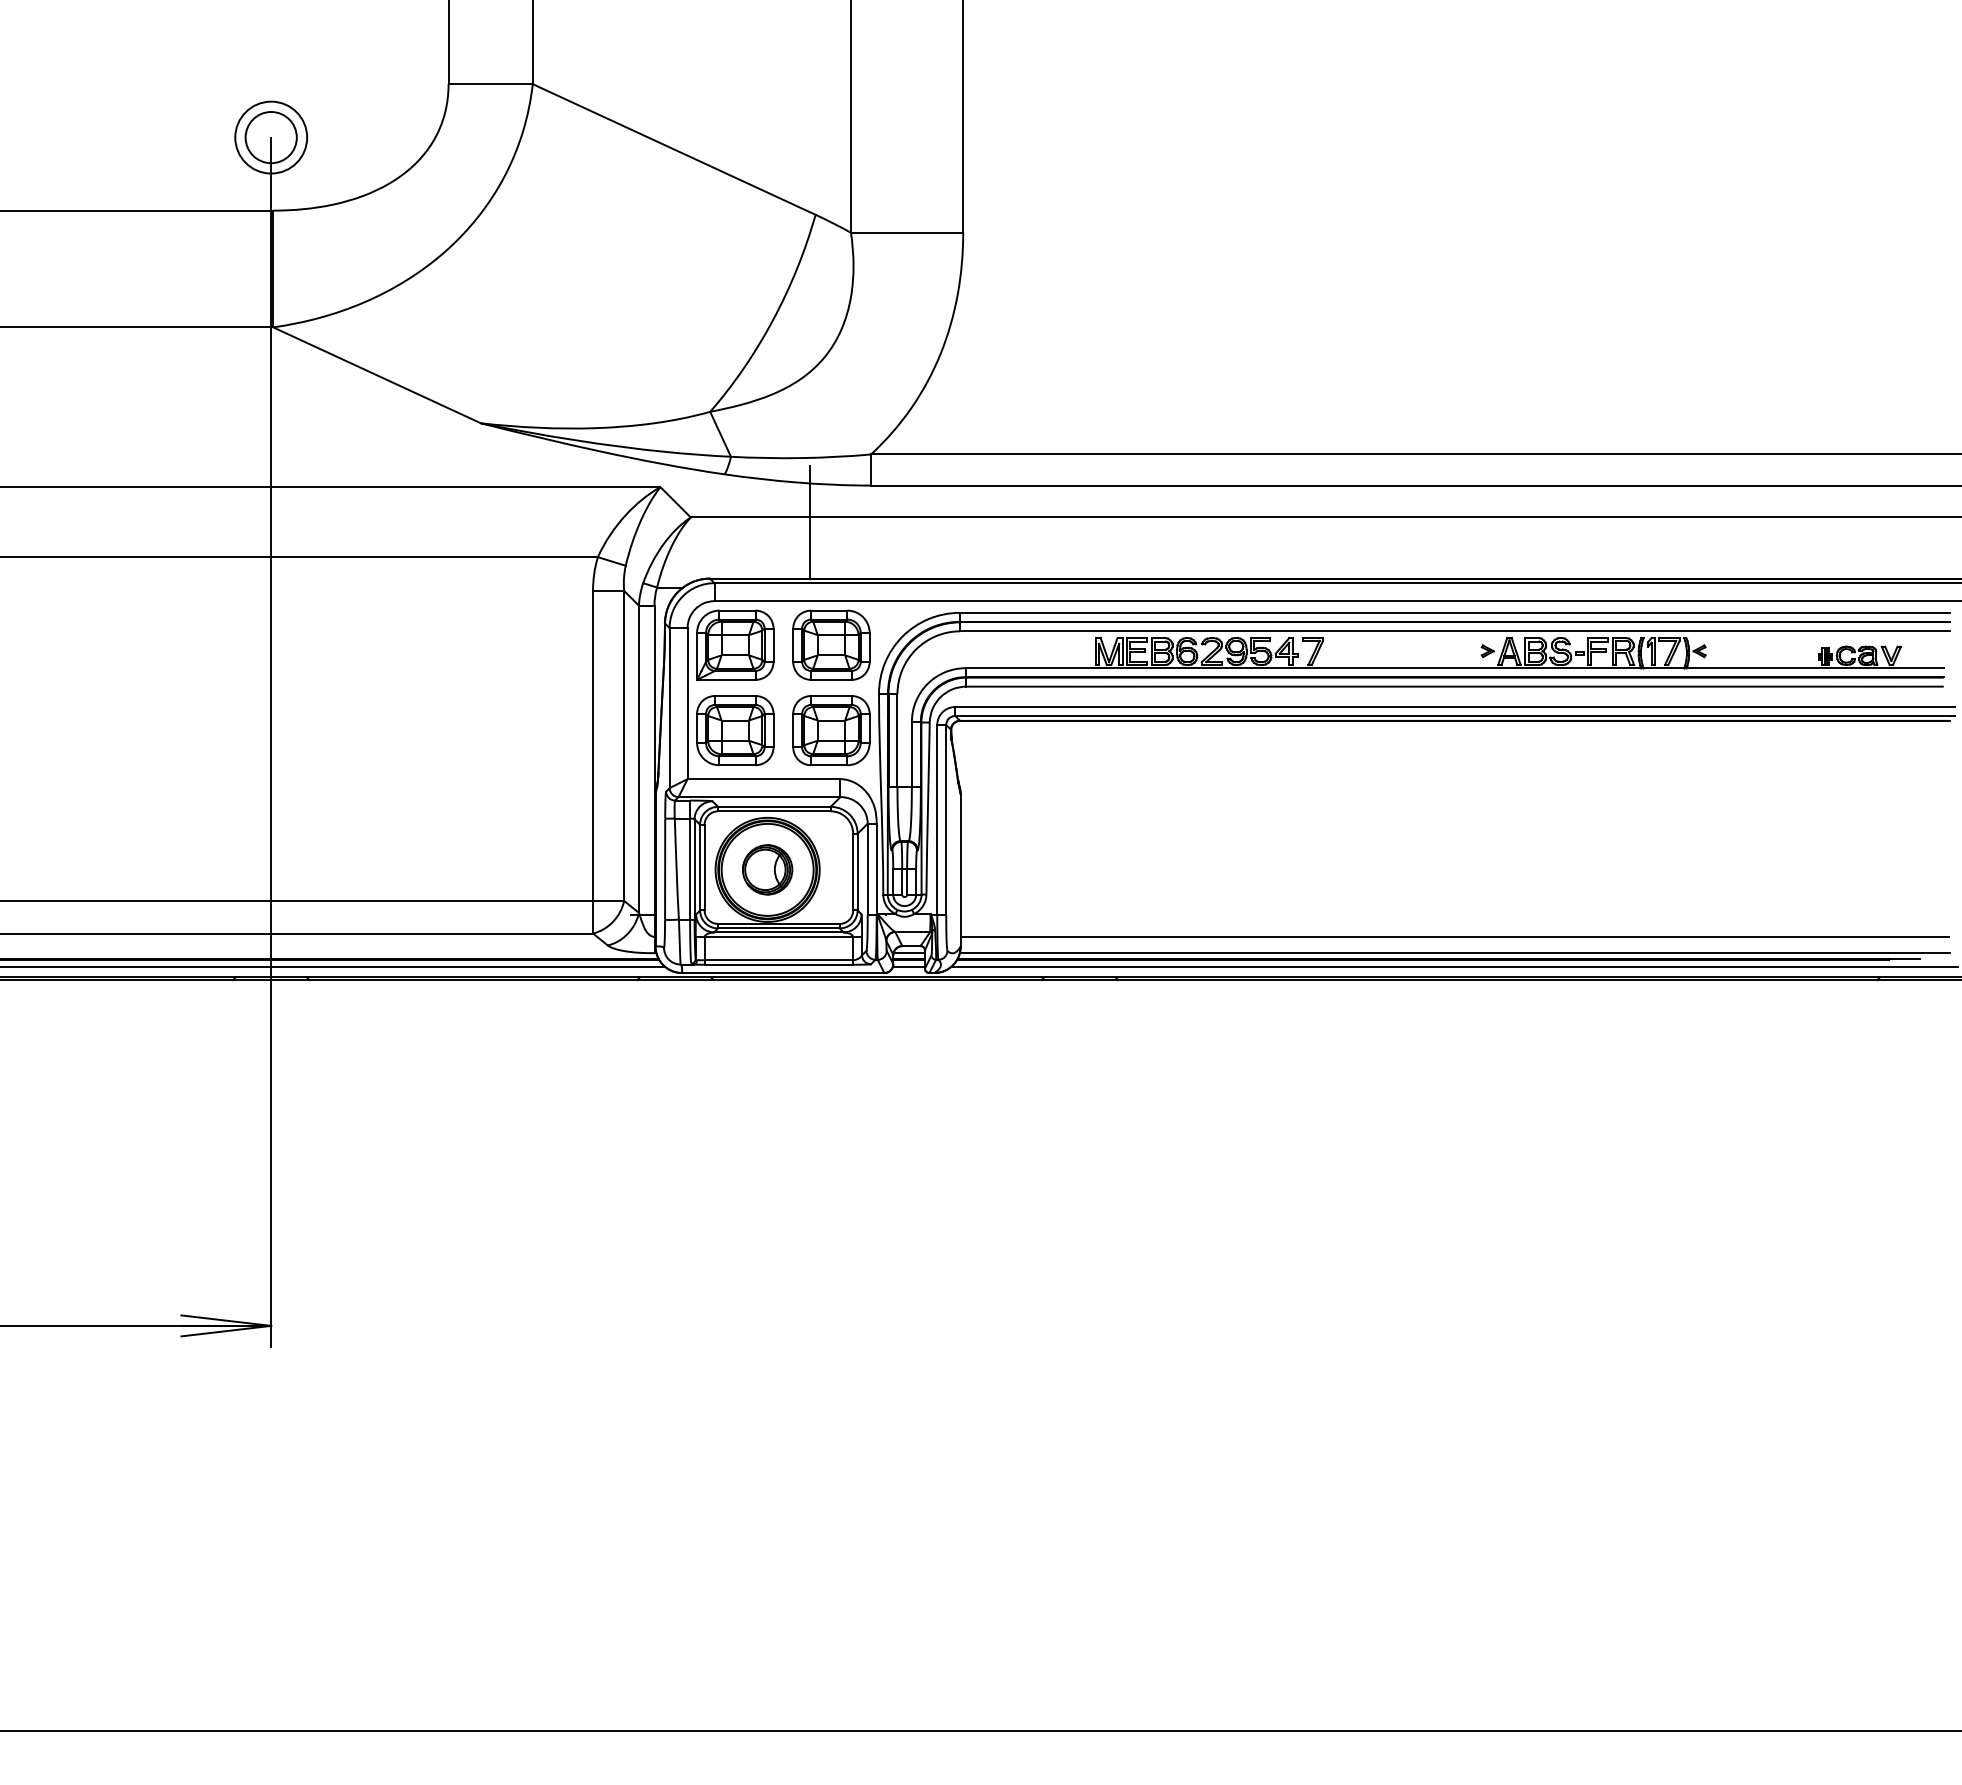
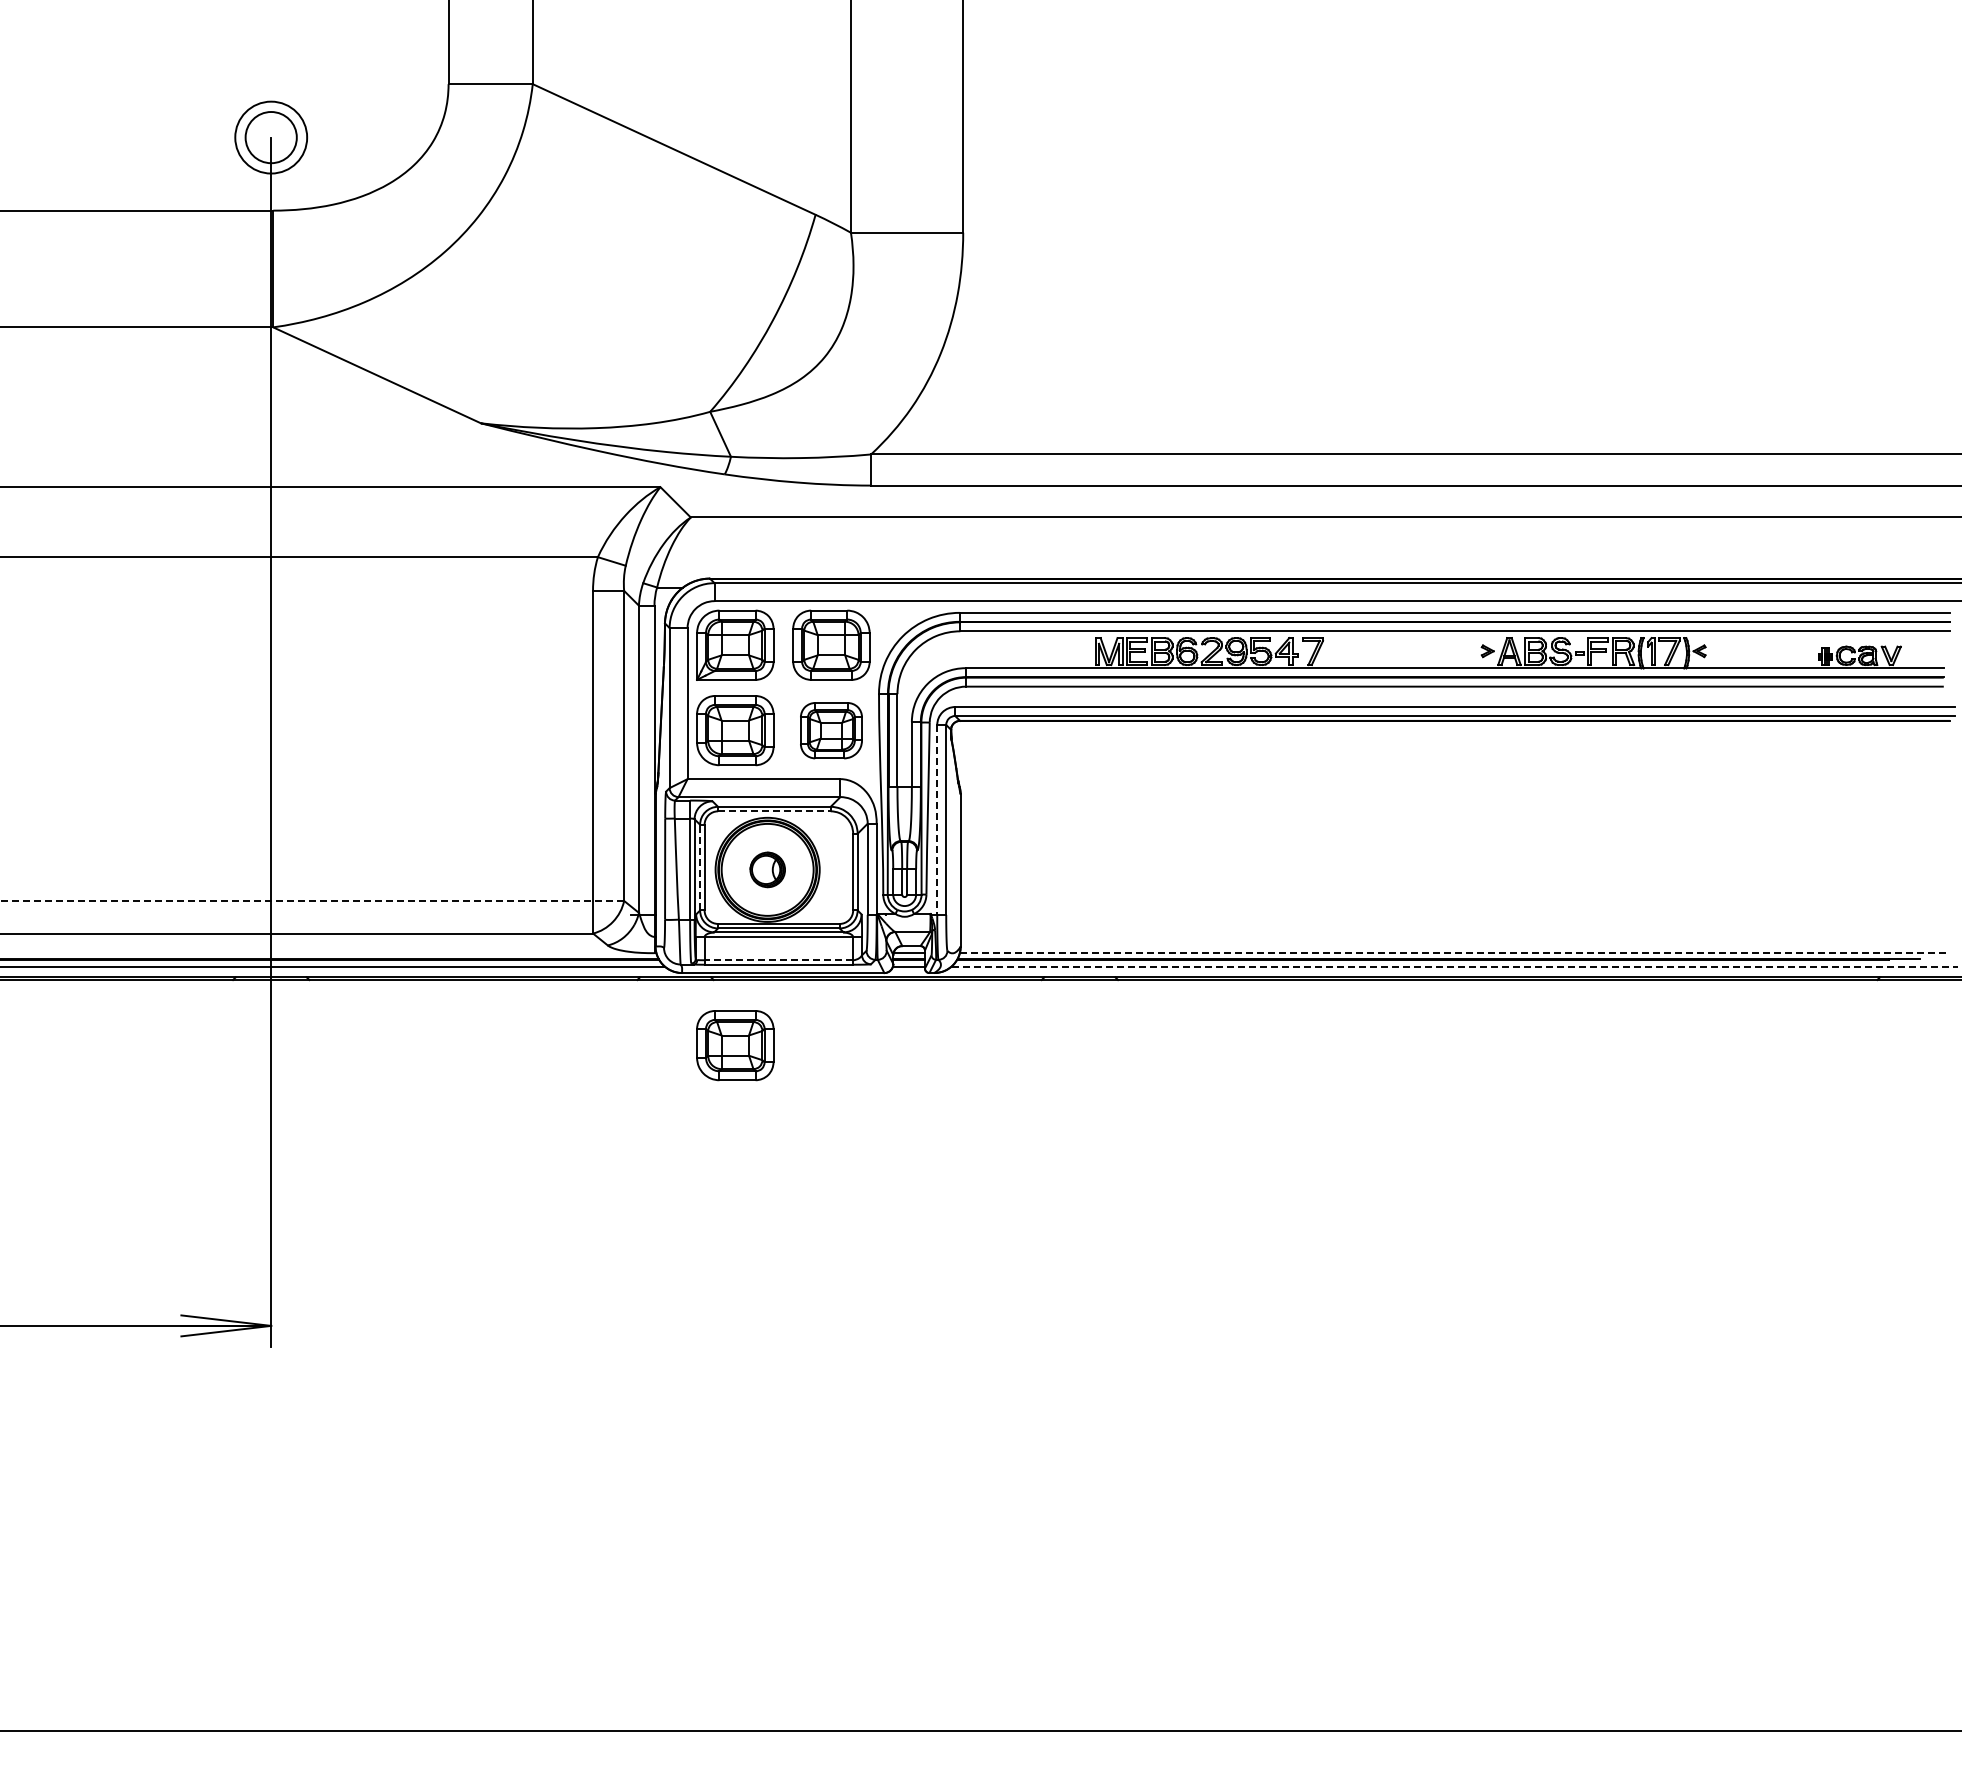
line at (810, 521): present -> none
part at (831, 730) size: 79x72 px -> 63x58 px
line at (774, 811): solid -> dashed
line at (937, 819): solid -> dashed
line at (700, 867): solid -> dashed
part at (767, 869) size: 52x52 px -> 37x38 px
line at (312, 900): solid -> dashed
line at (1454, 936): present -> none
line at (1455, 953): solid -> dashed
line at (778, 960): solid -> dashed
line at (1455, 966): solid -> dashed
part at (735, 1045): none -> present
